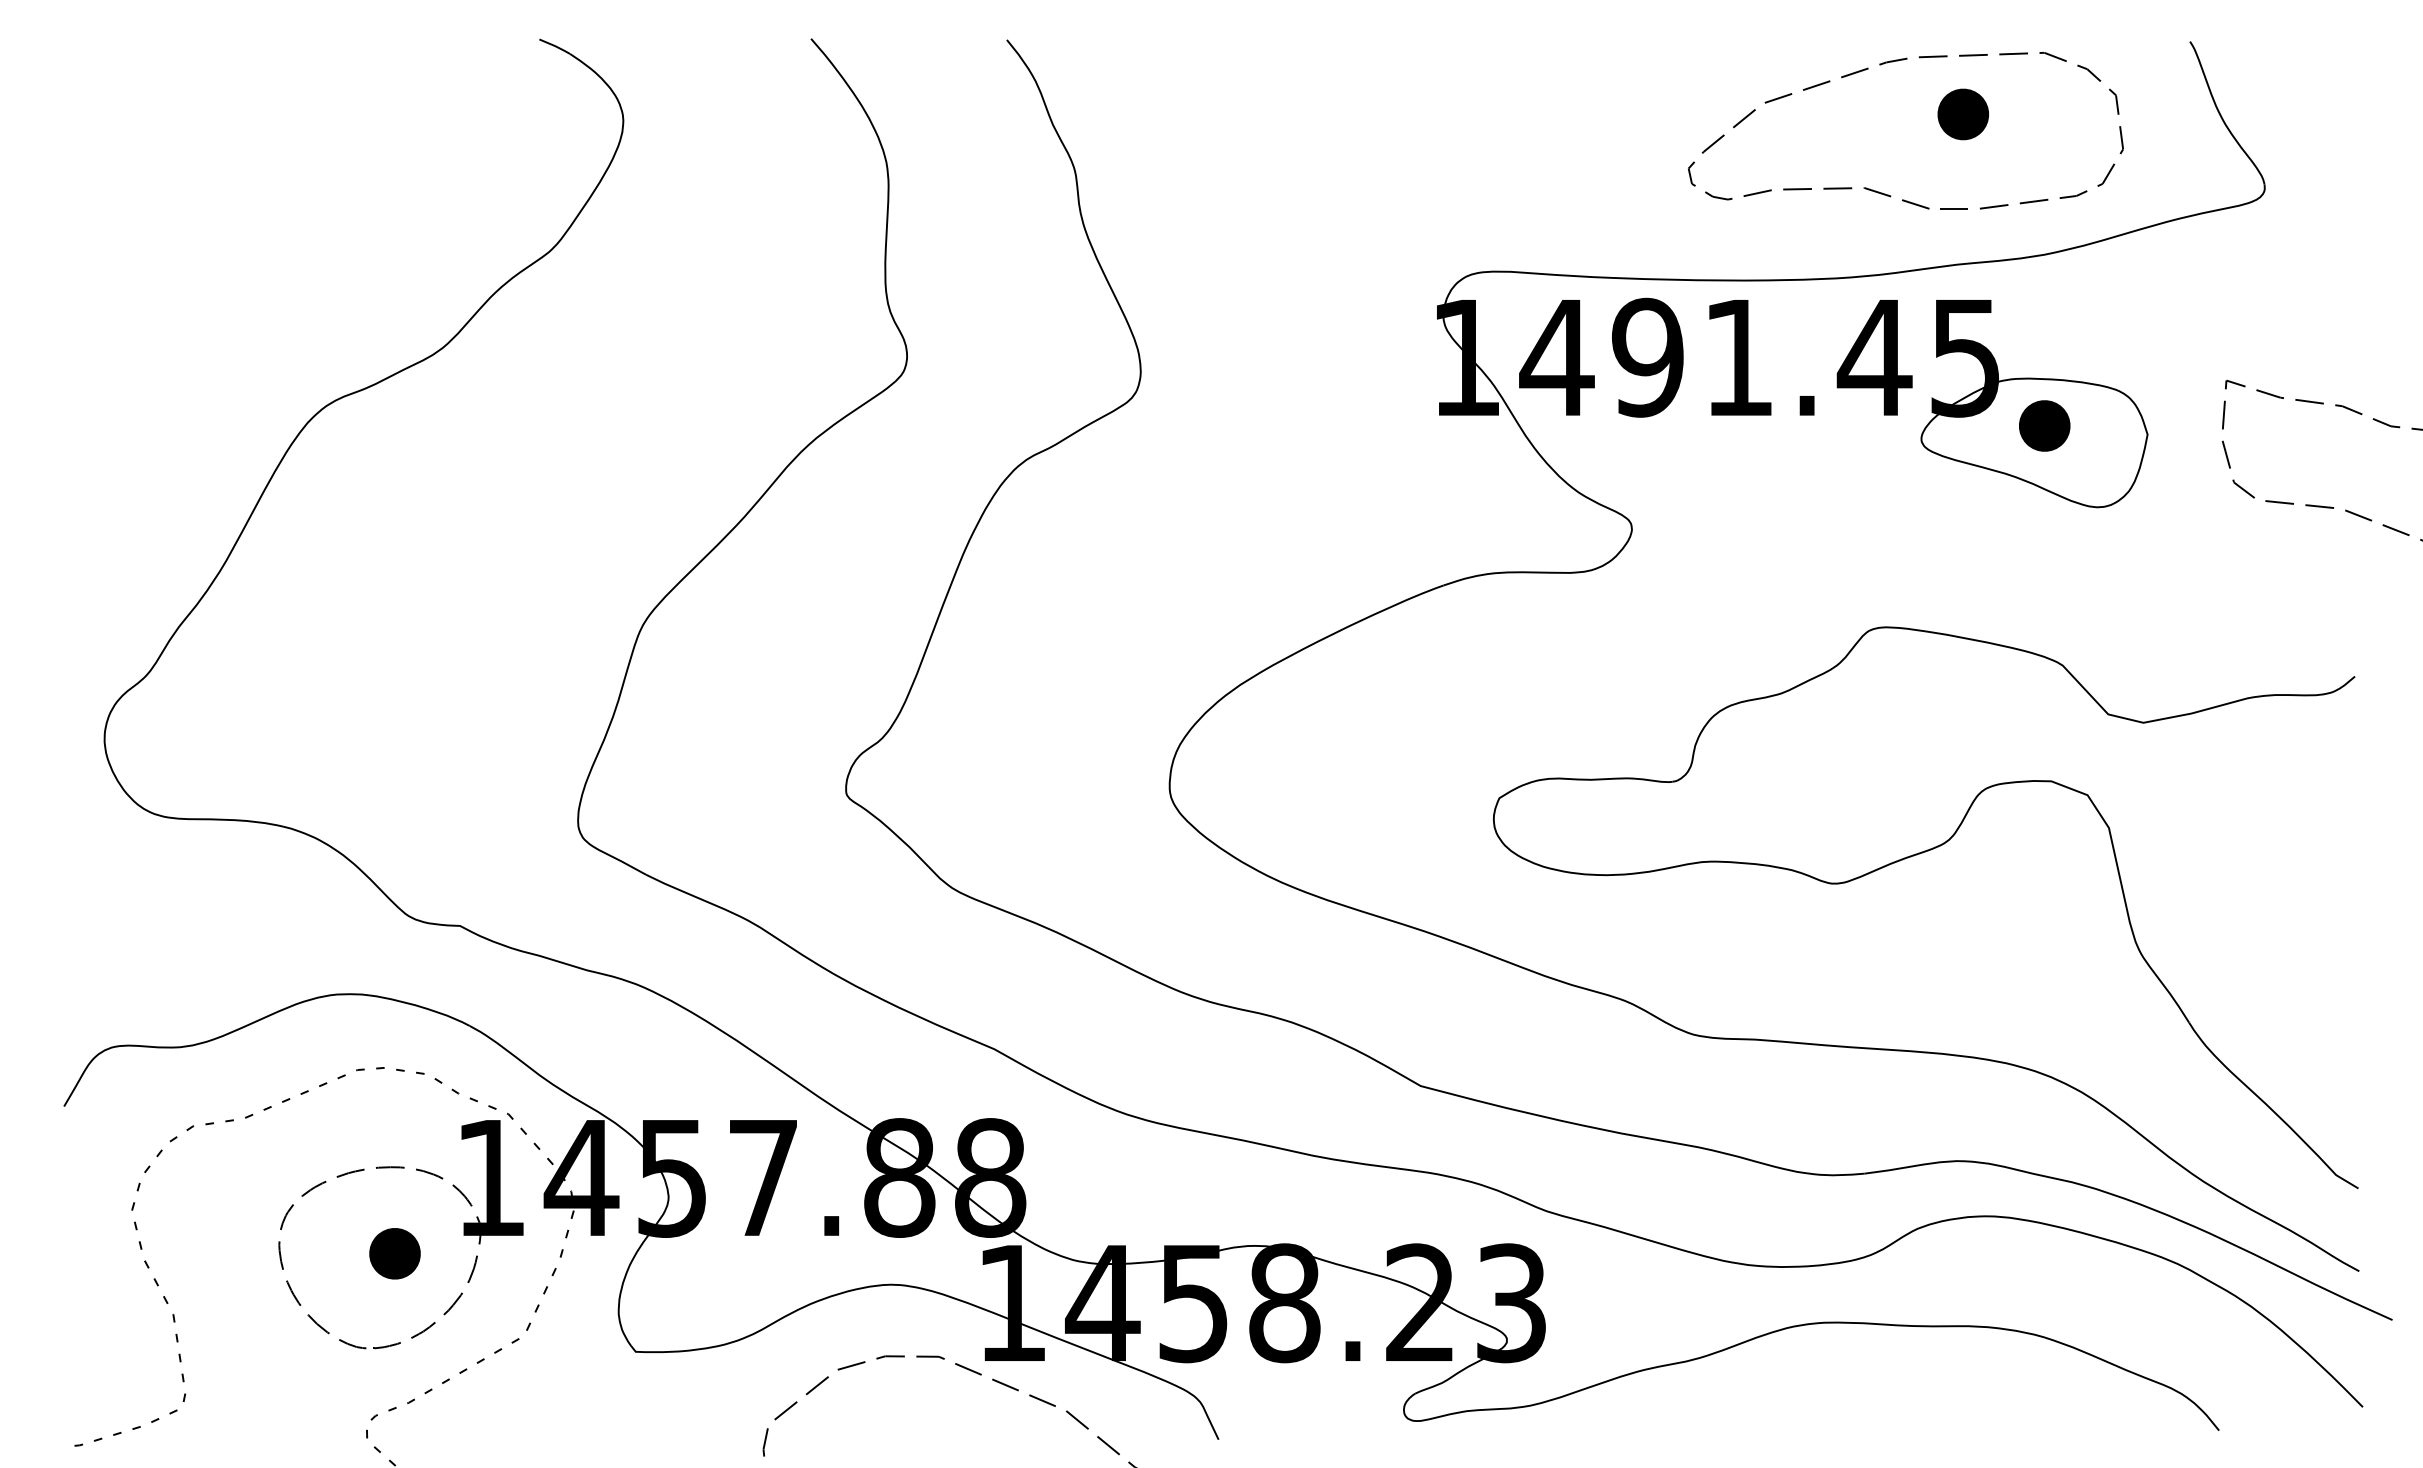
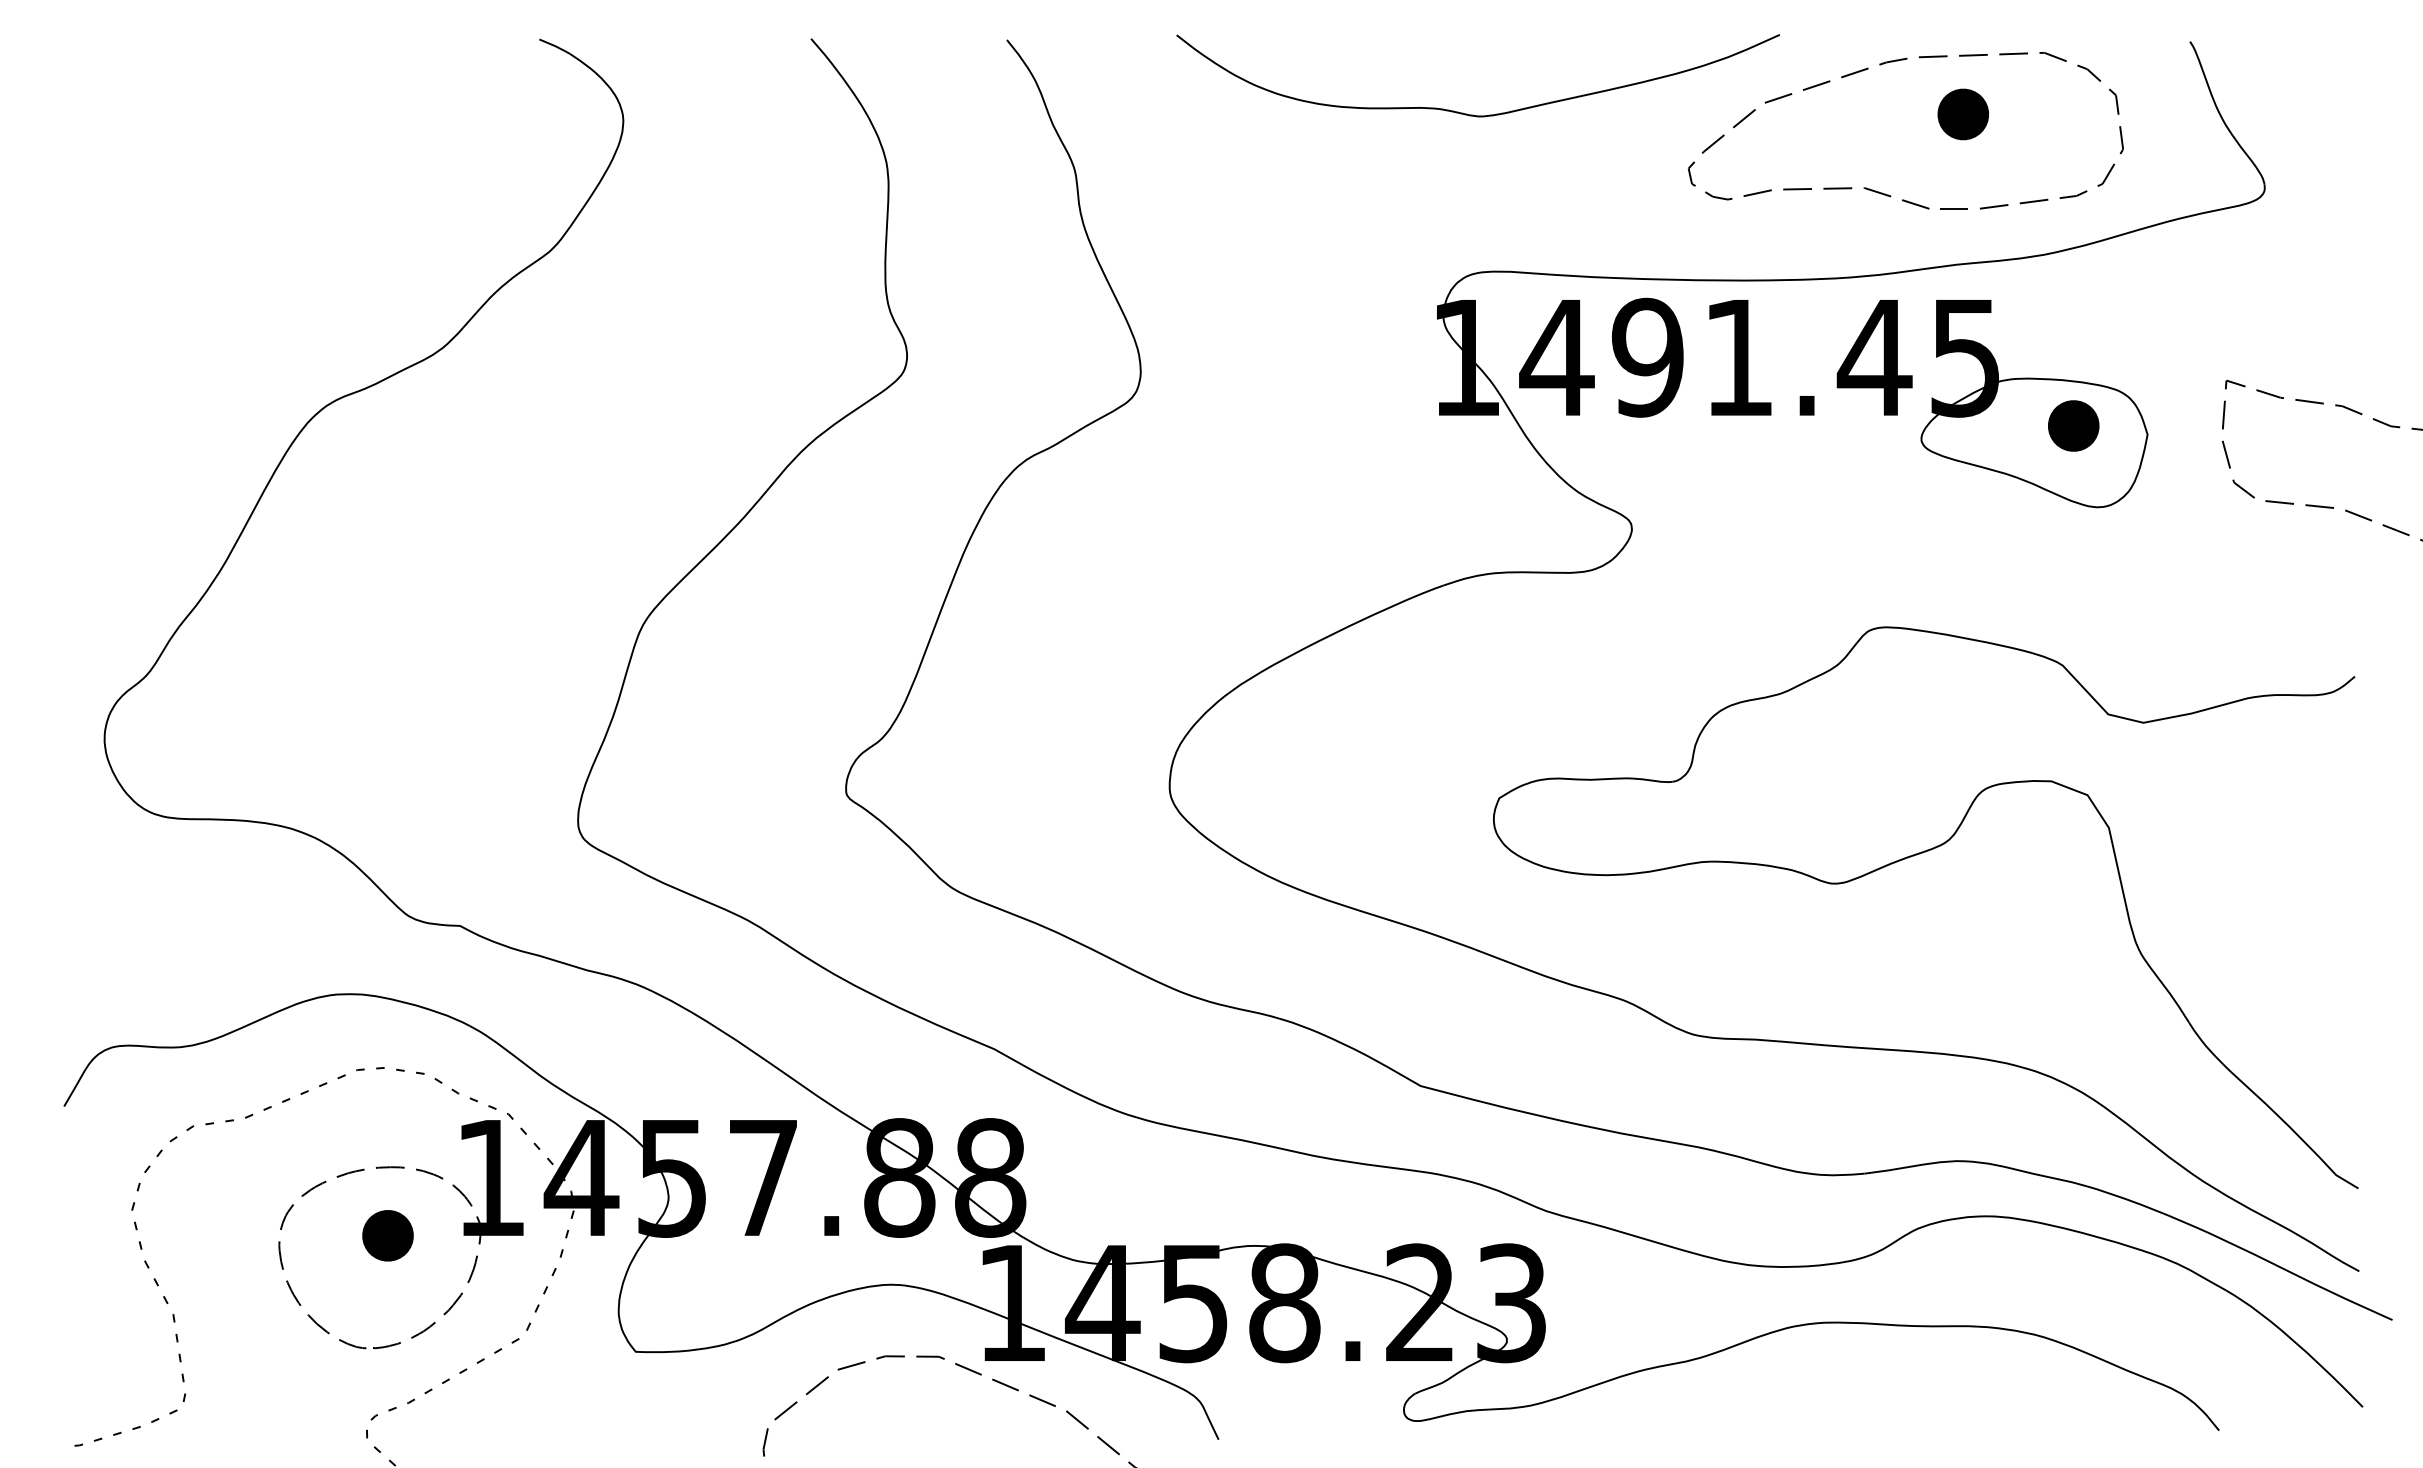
curve at (1473, 114): none -> present
part at (2044, 425) position: (2044, 425) -> (2073, 425)
part at (394, 1253) position: (394, 1253) -> (387, 1235)
